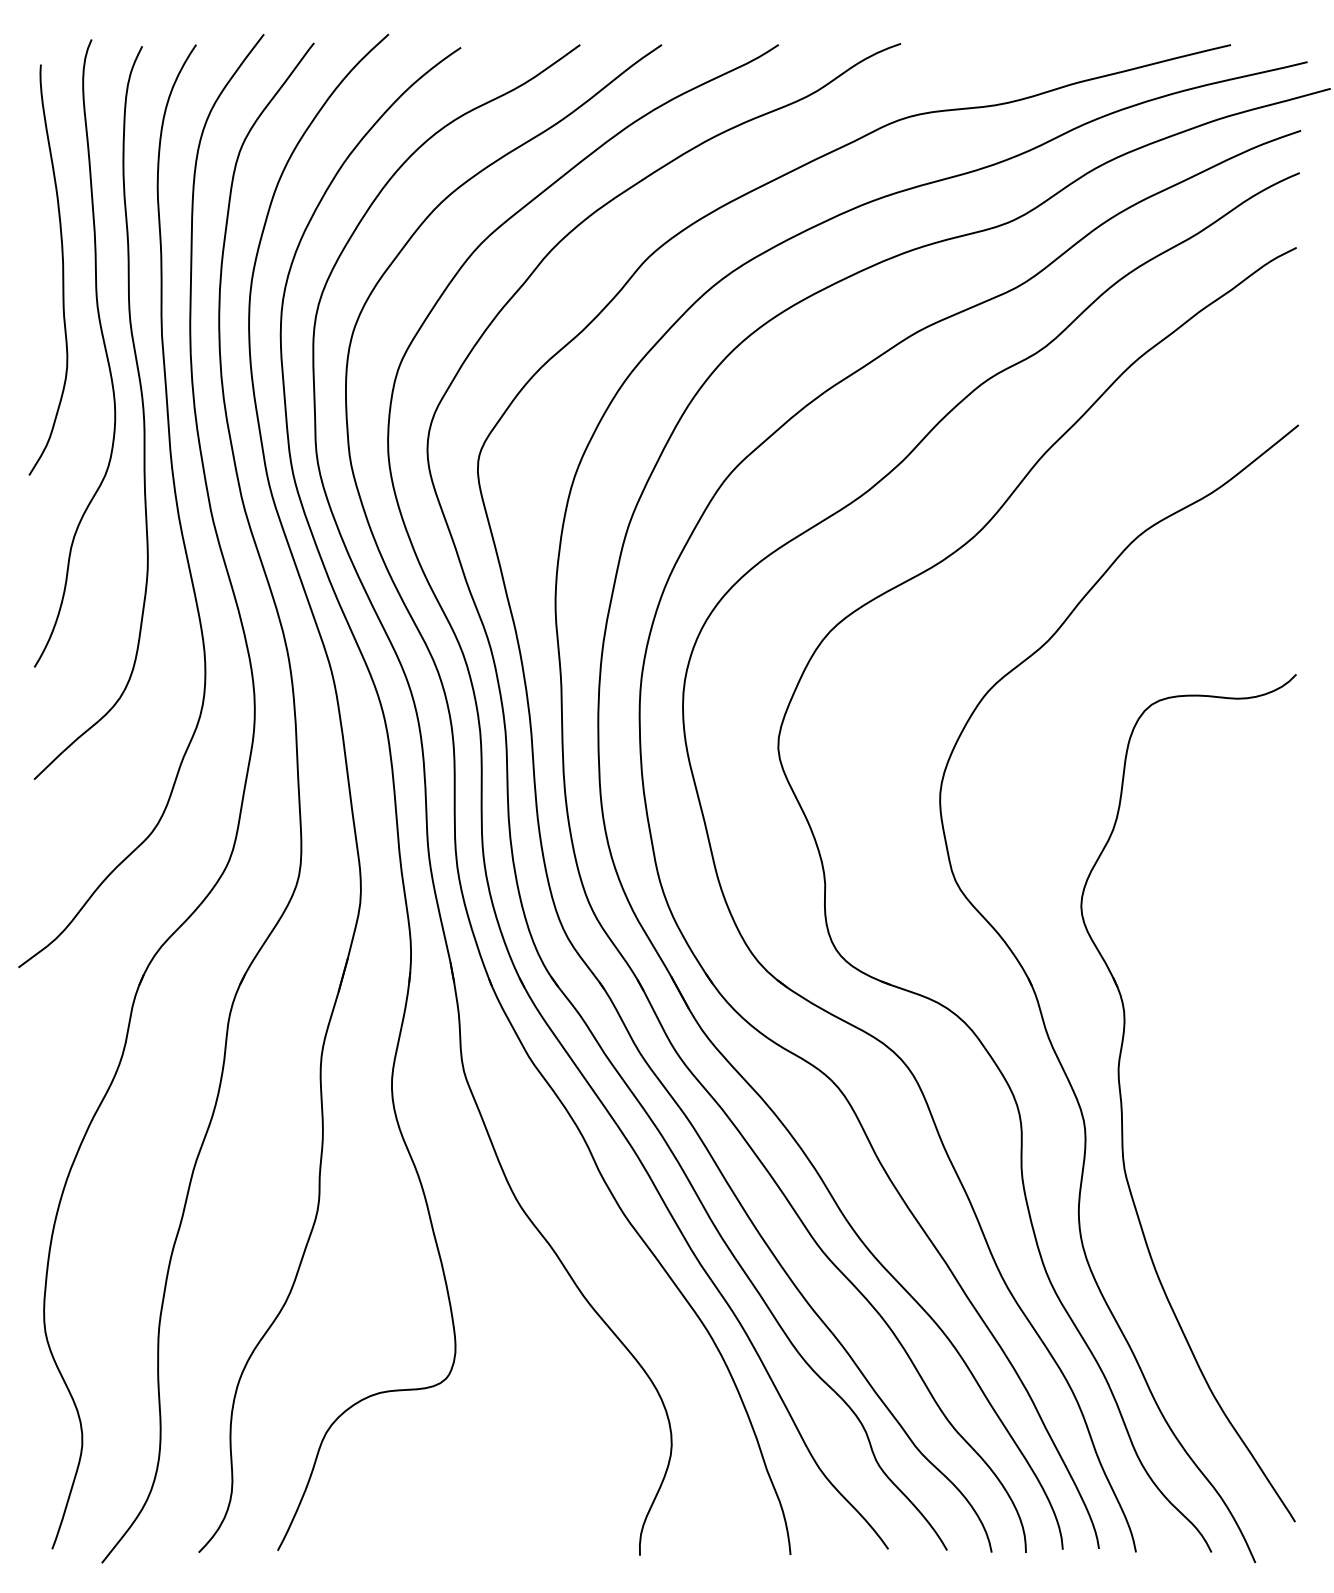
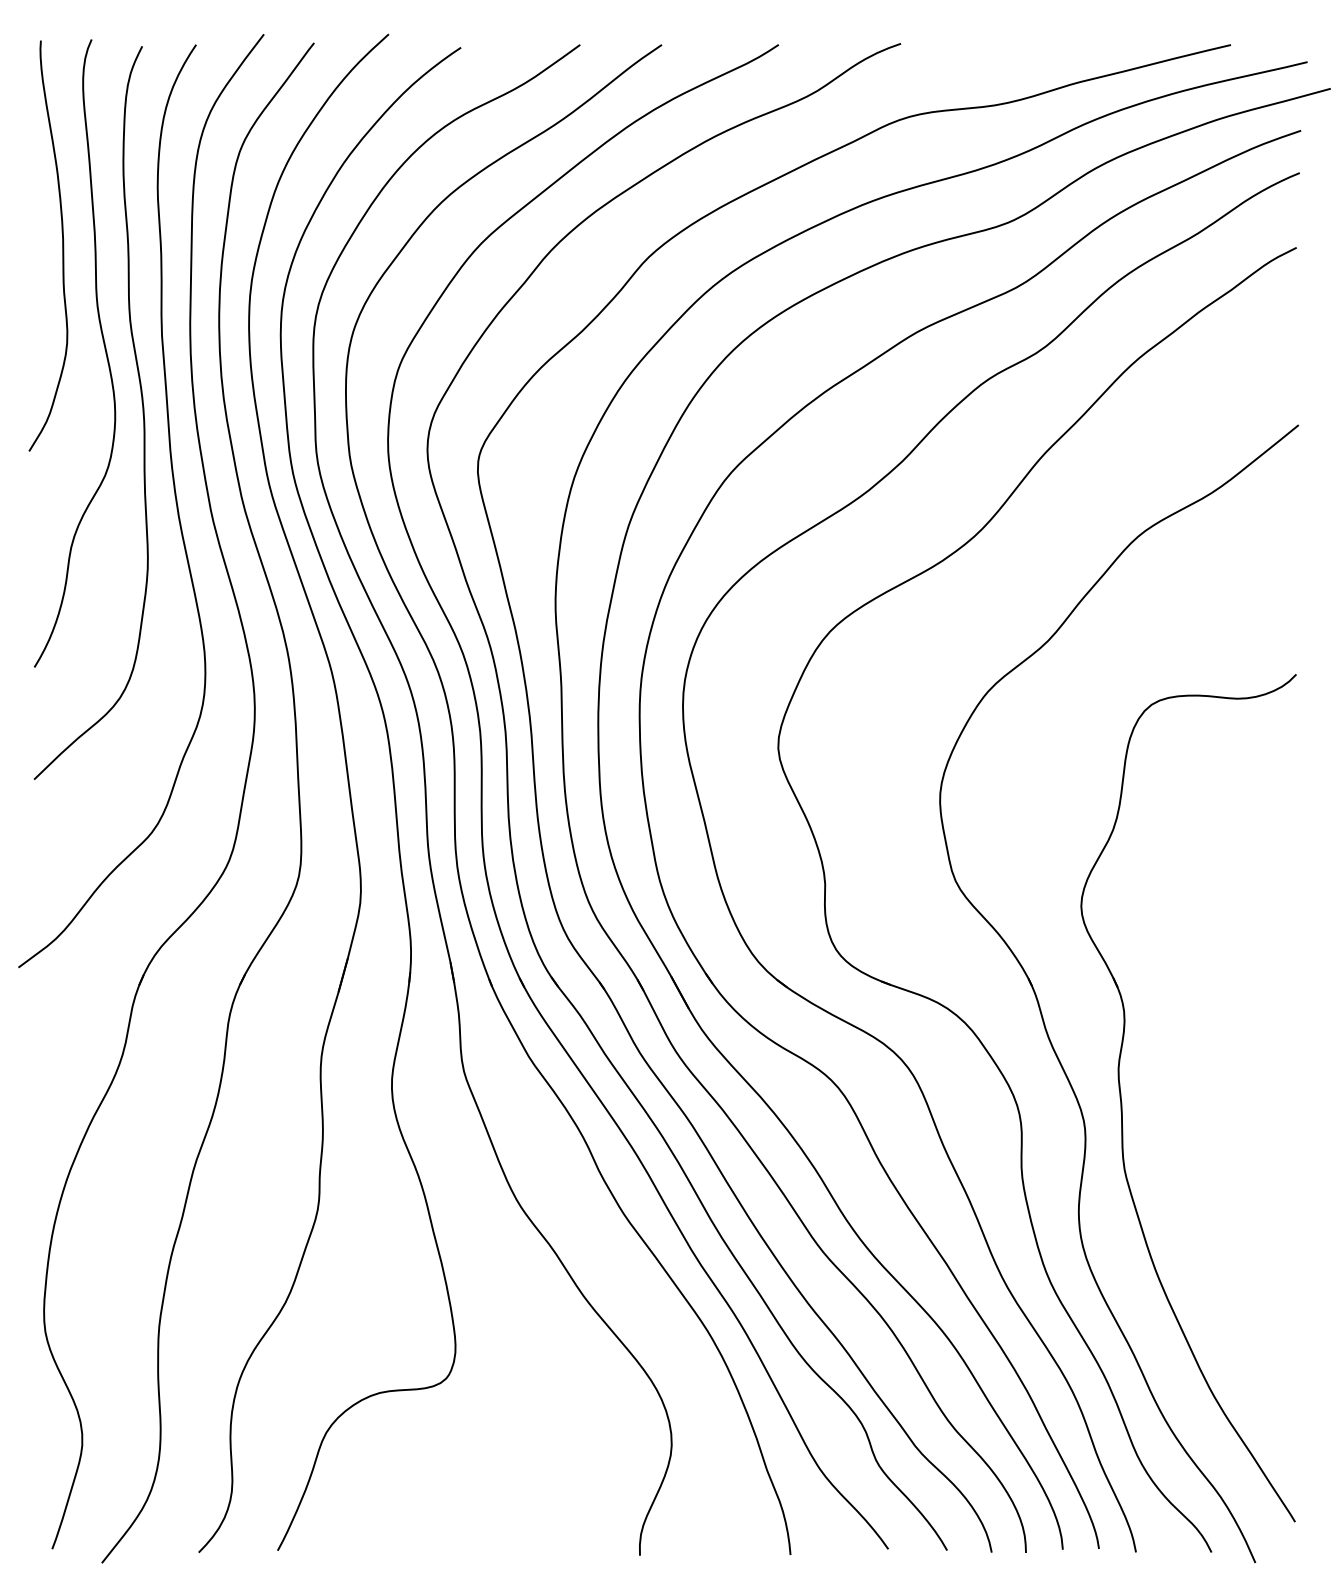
curve at (62, 269) position: (62, 269) -> (62, 245)
